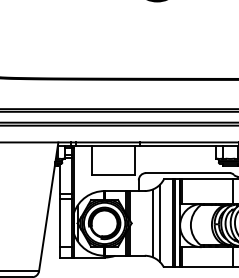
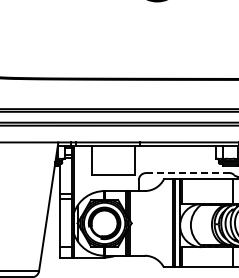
line at (187, 173): solid -> dashed
line at (159, 222): present -> none
line at (152, 223): present -> none
